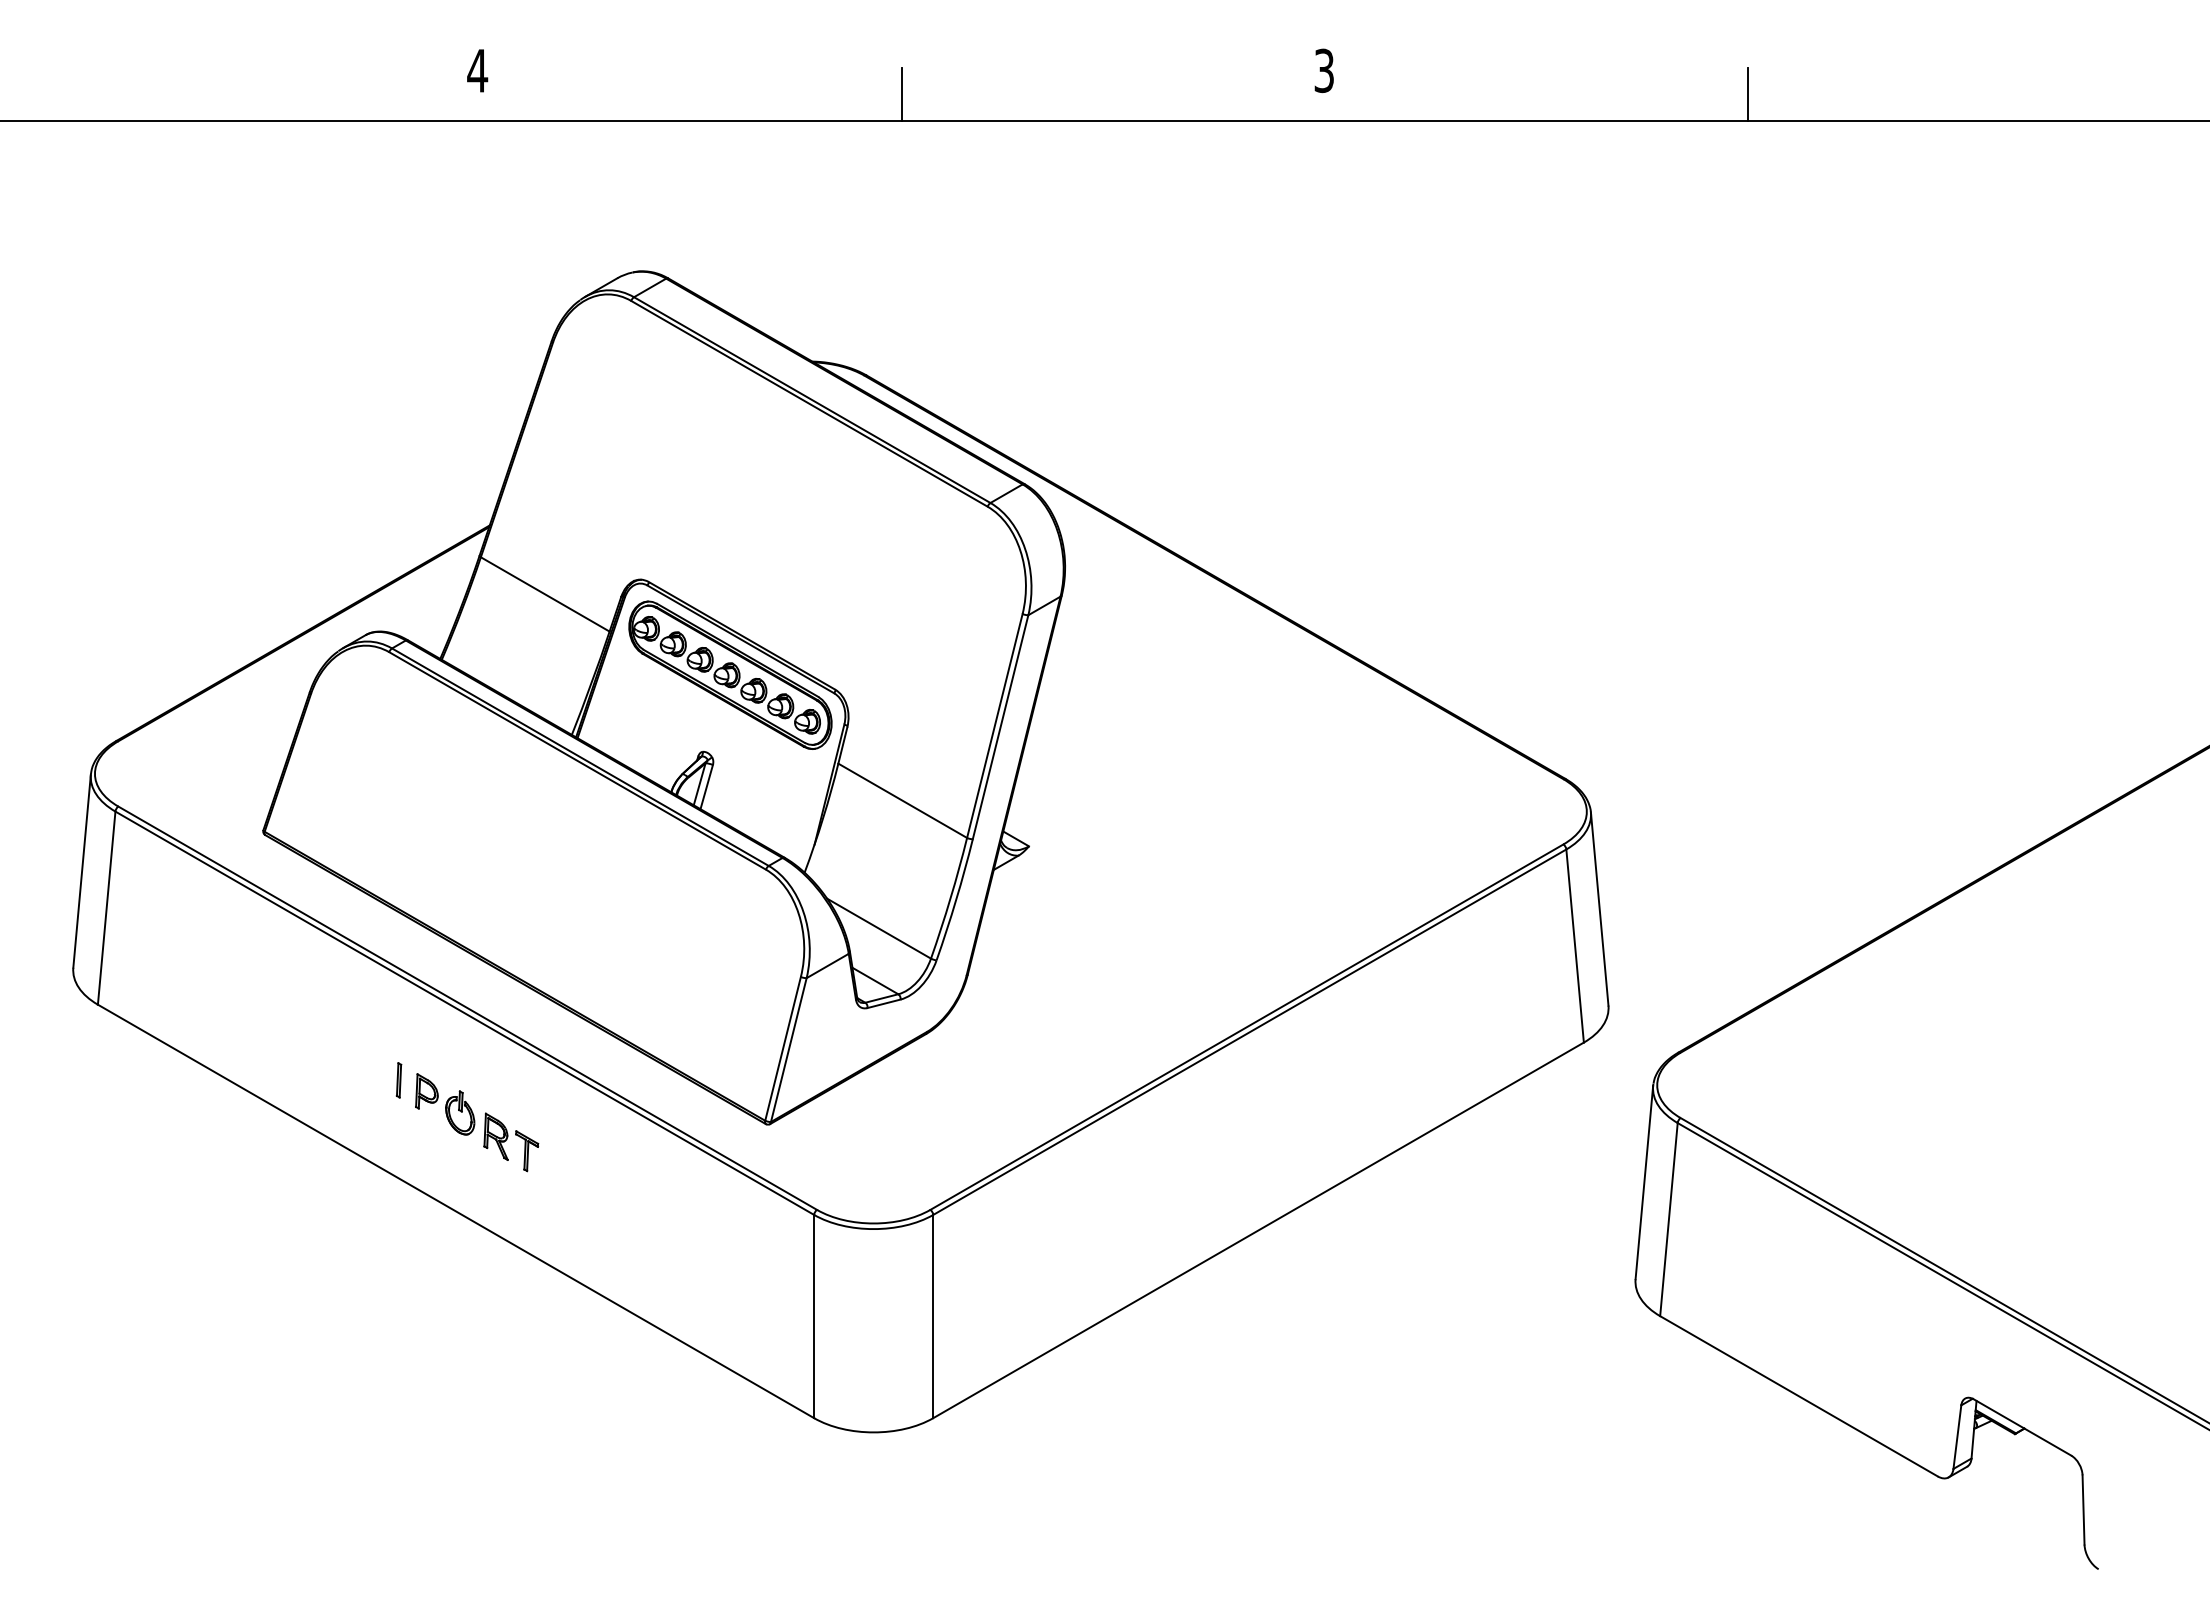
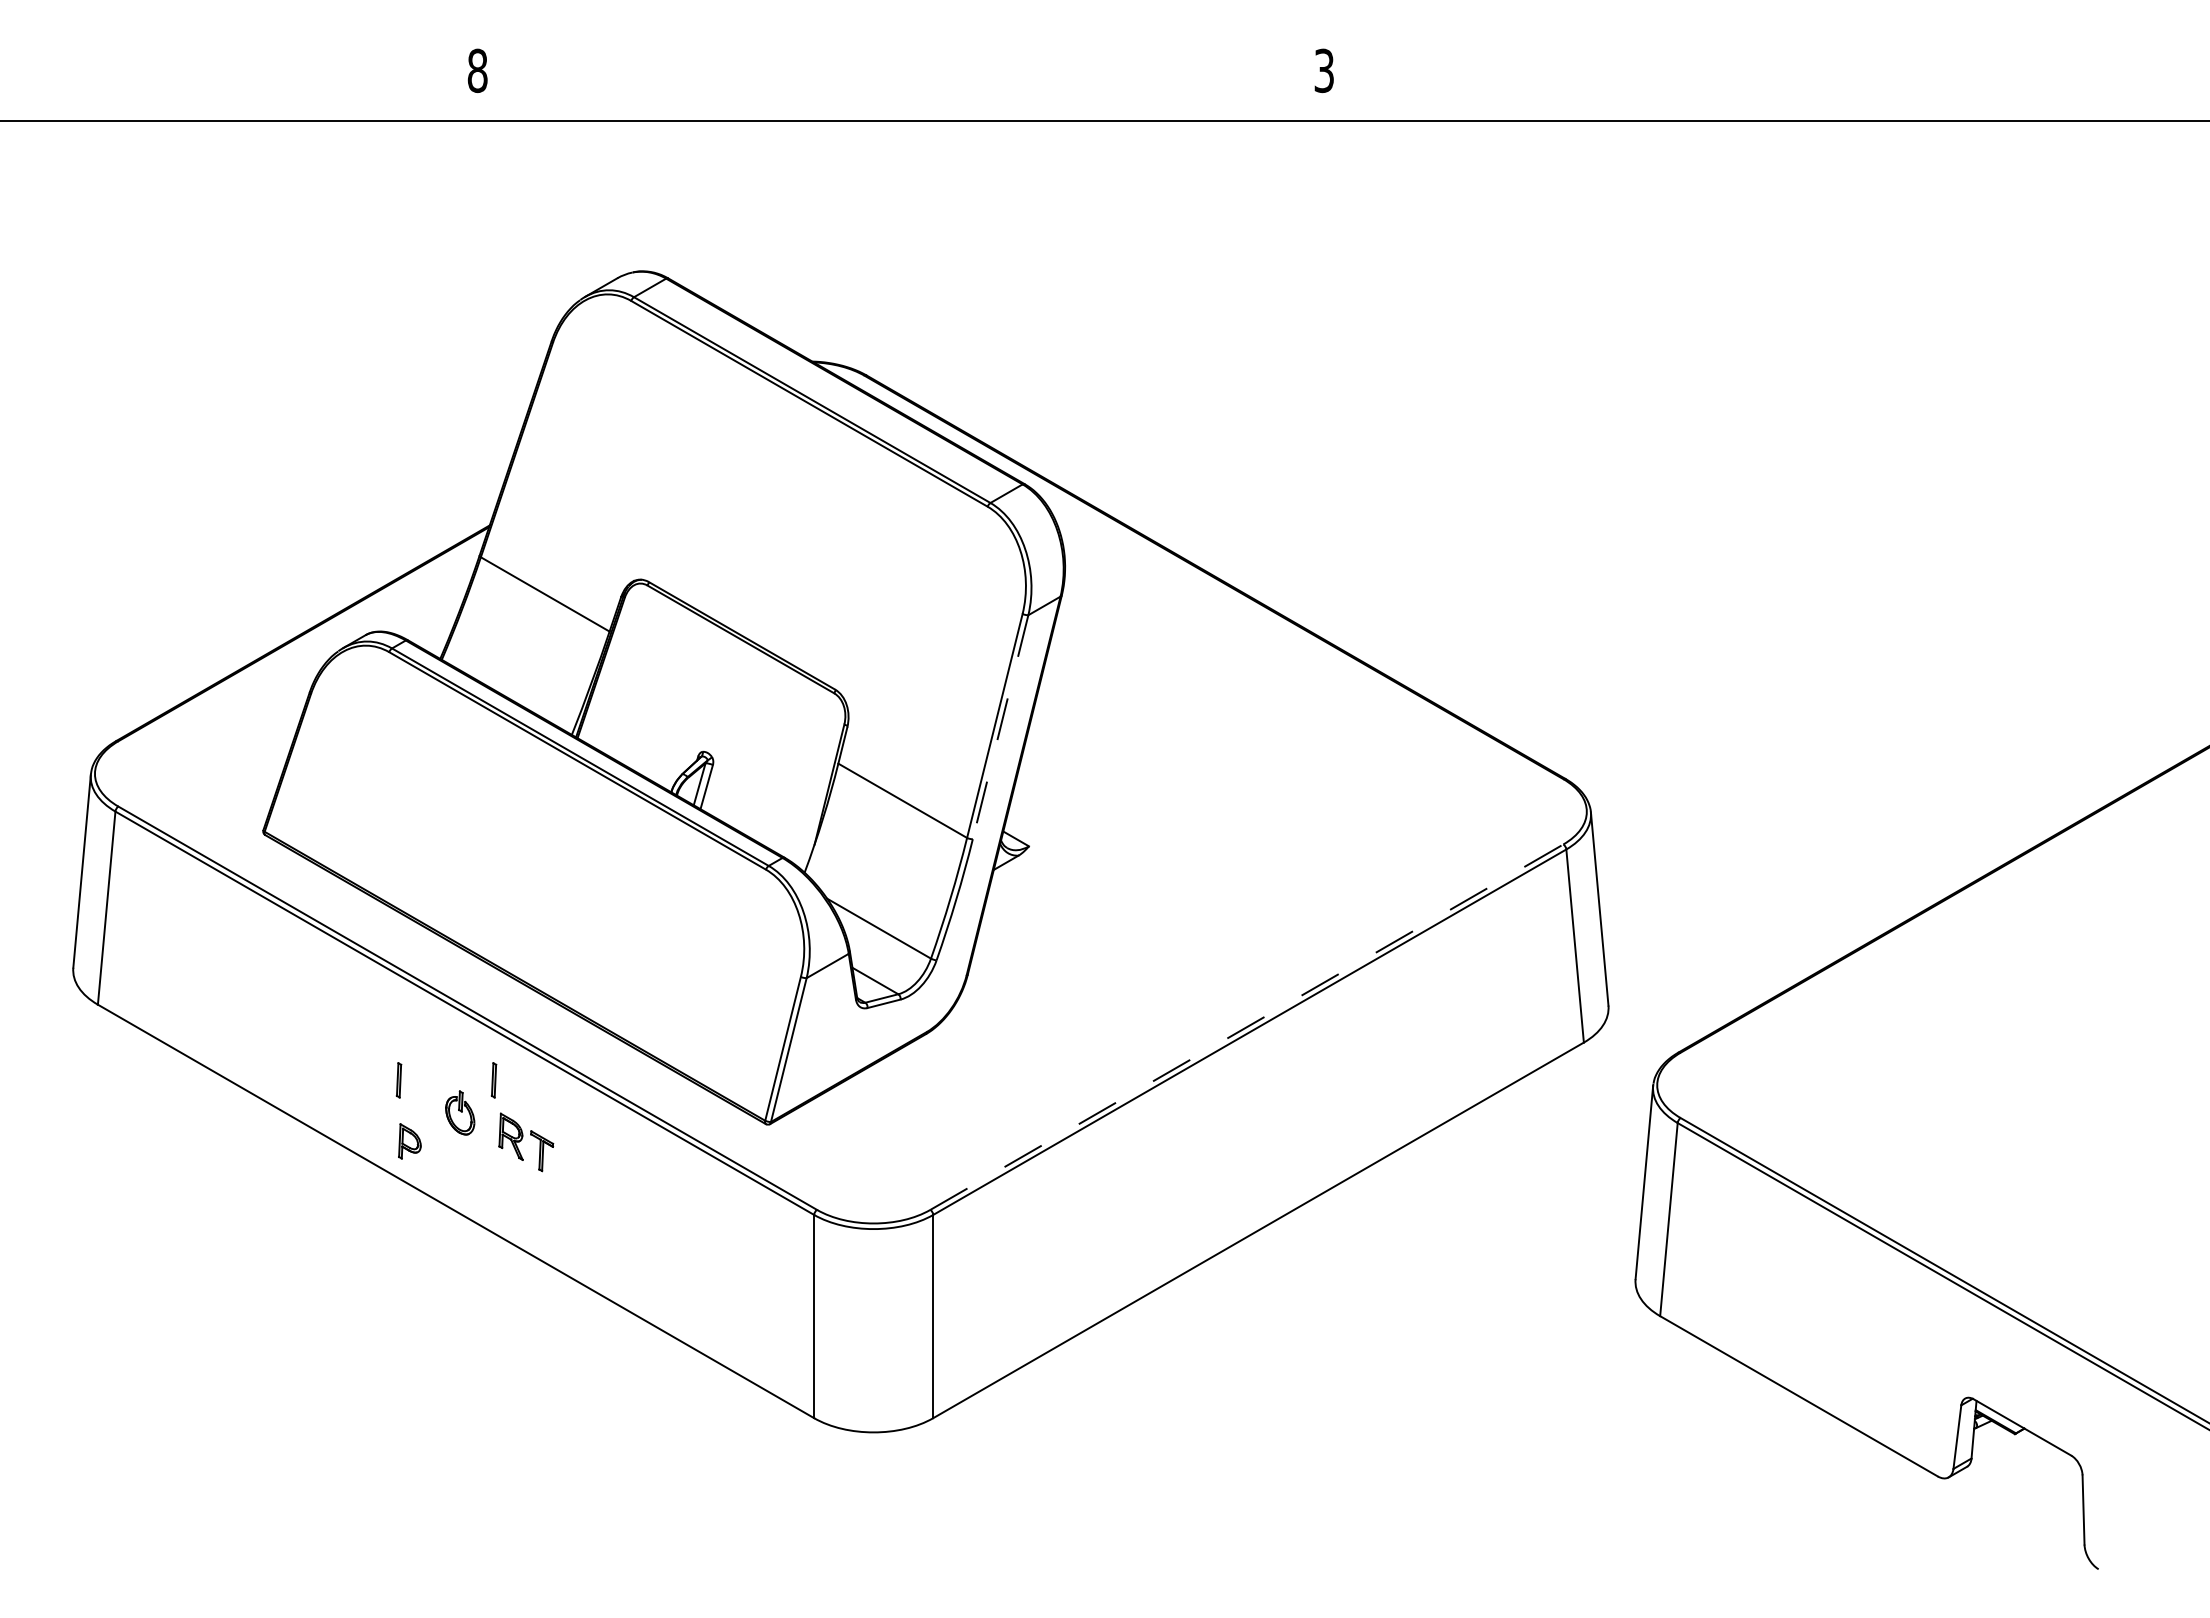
text at (477, 70): 4 -> 8
line at (901, 94): present -> none
line at (1748, 94): present -> none
part at (730, 674): present -> none
line at (1000, 727): solid -> dashed
line at (1247, 1026): solid -> dashed
part at (493, 1080): none -> present
part at (426, 1091) position: (426, 1091) -> (409, 1141)
part at (511, 1142) position: (511, 1142) -> (526, 1142)
